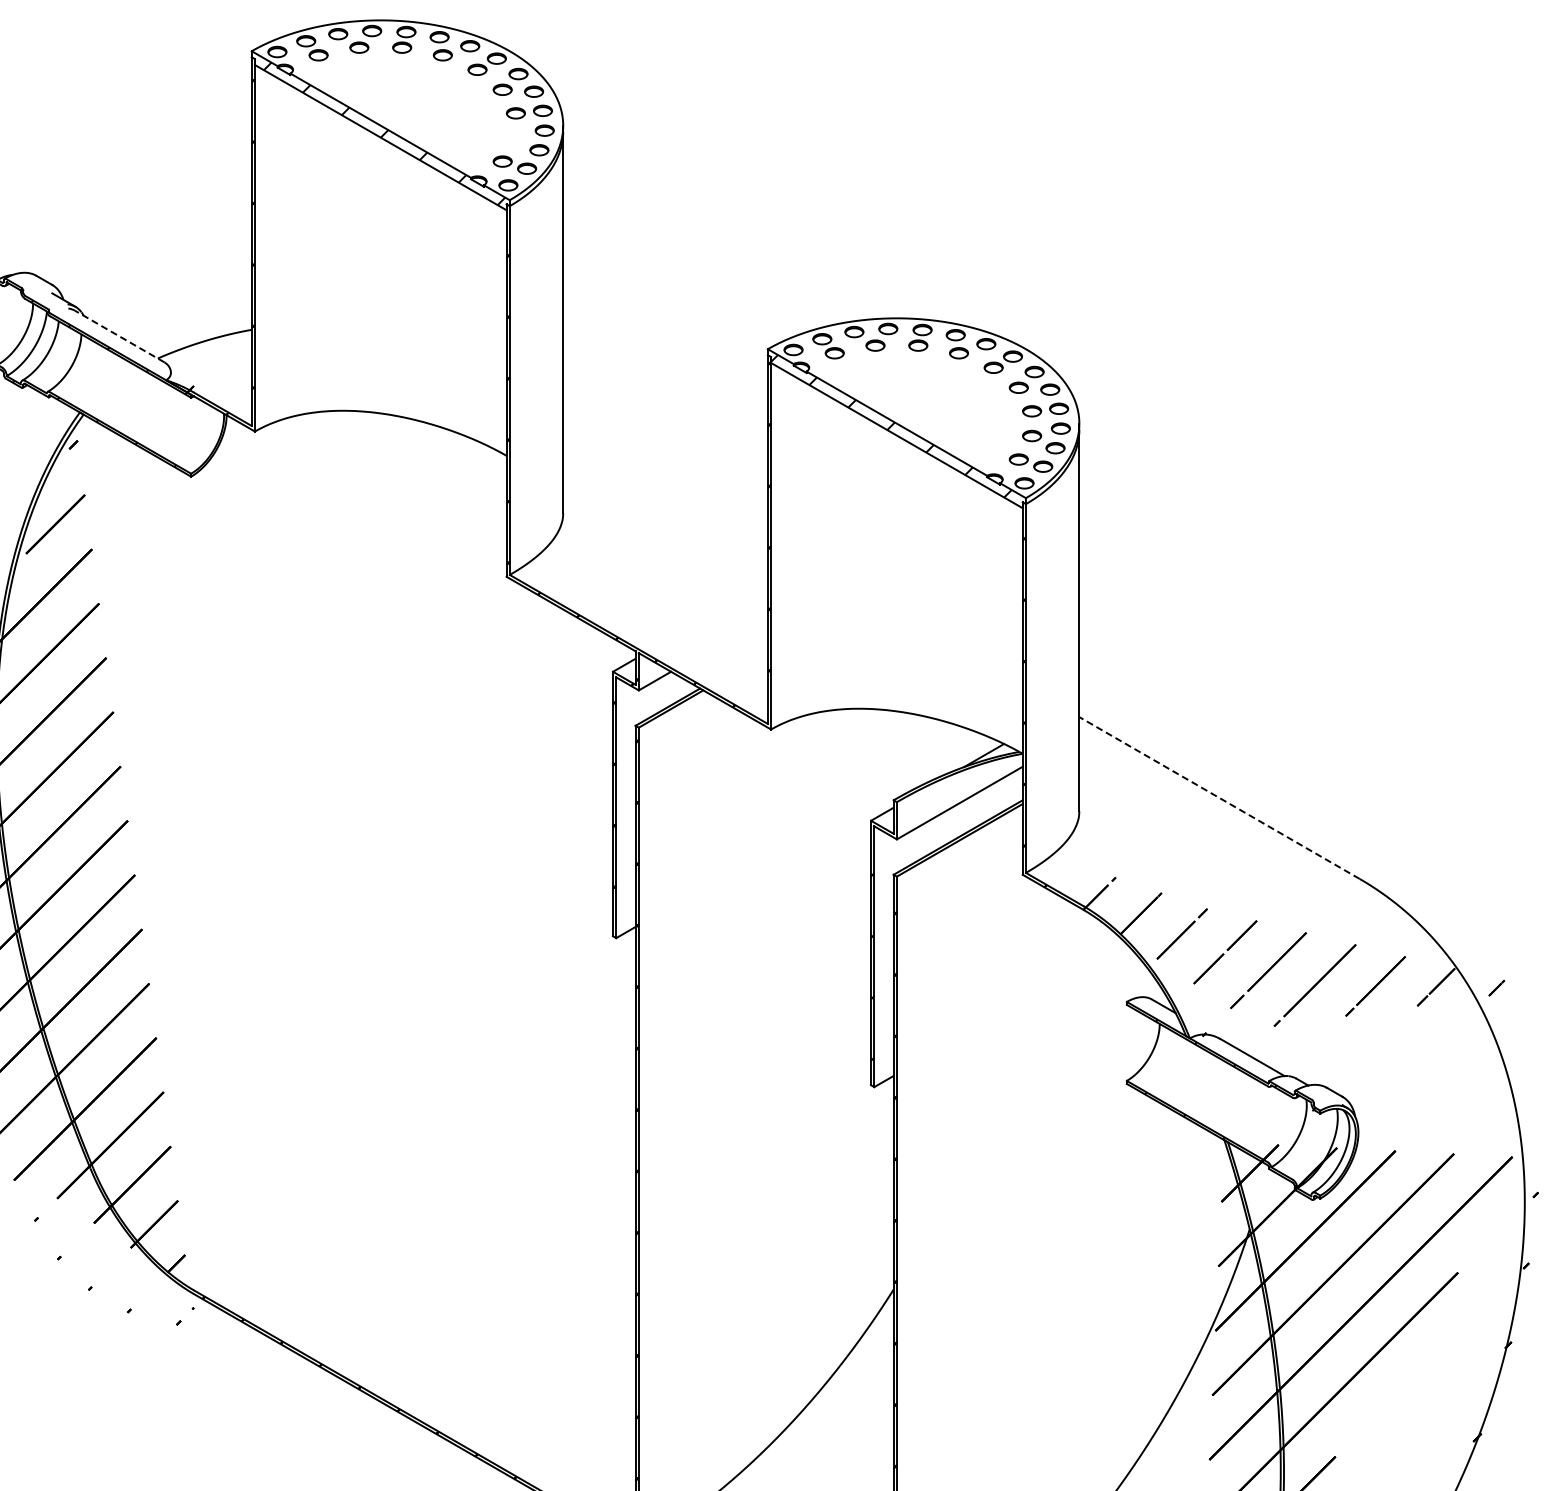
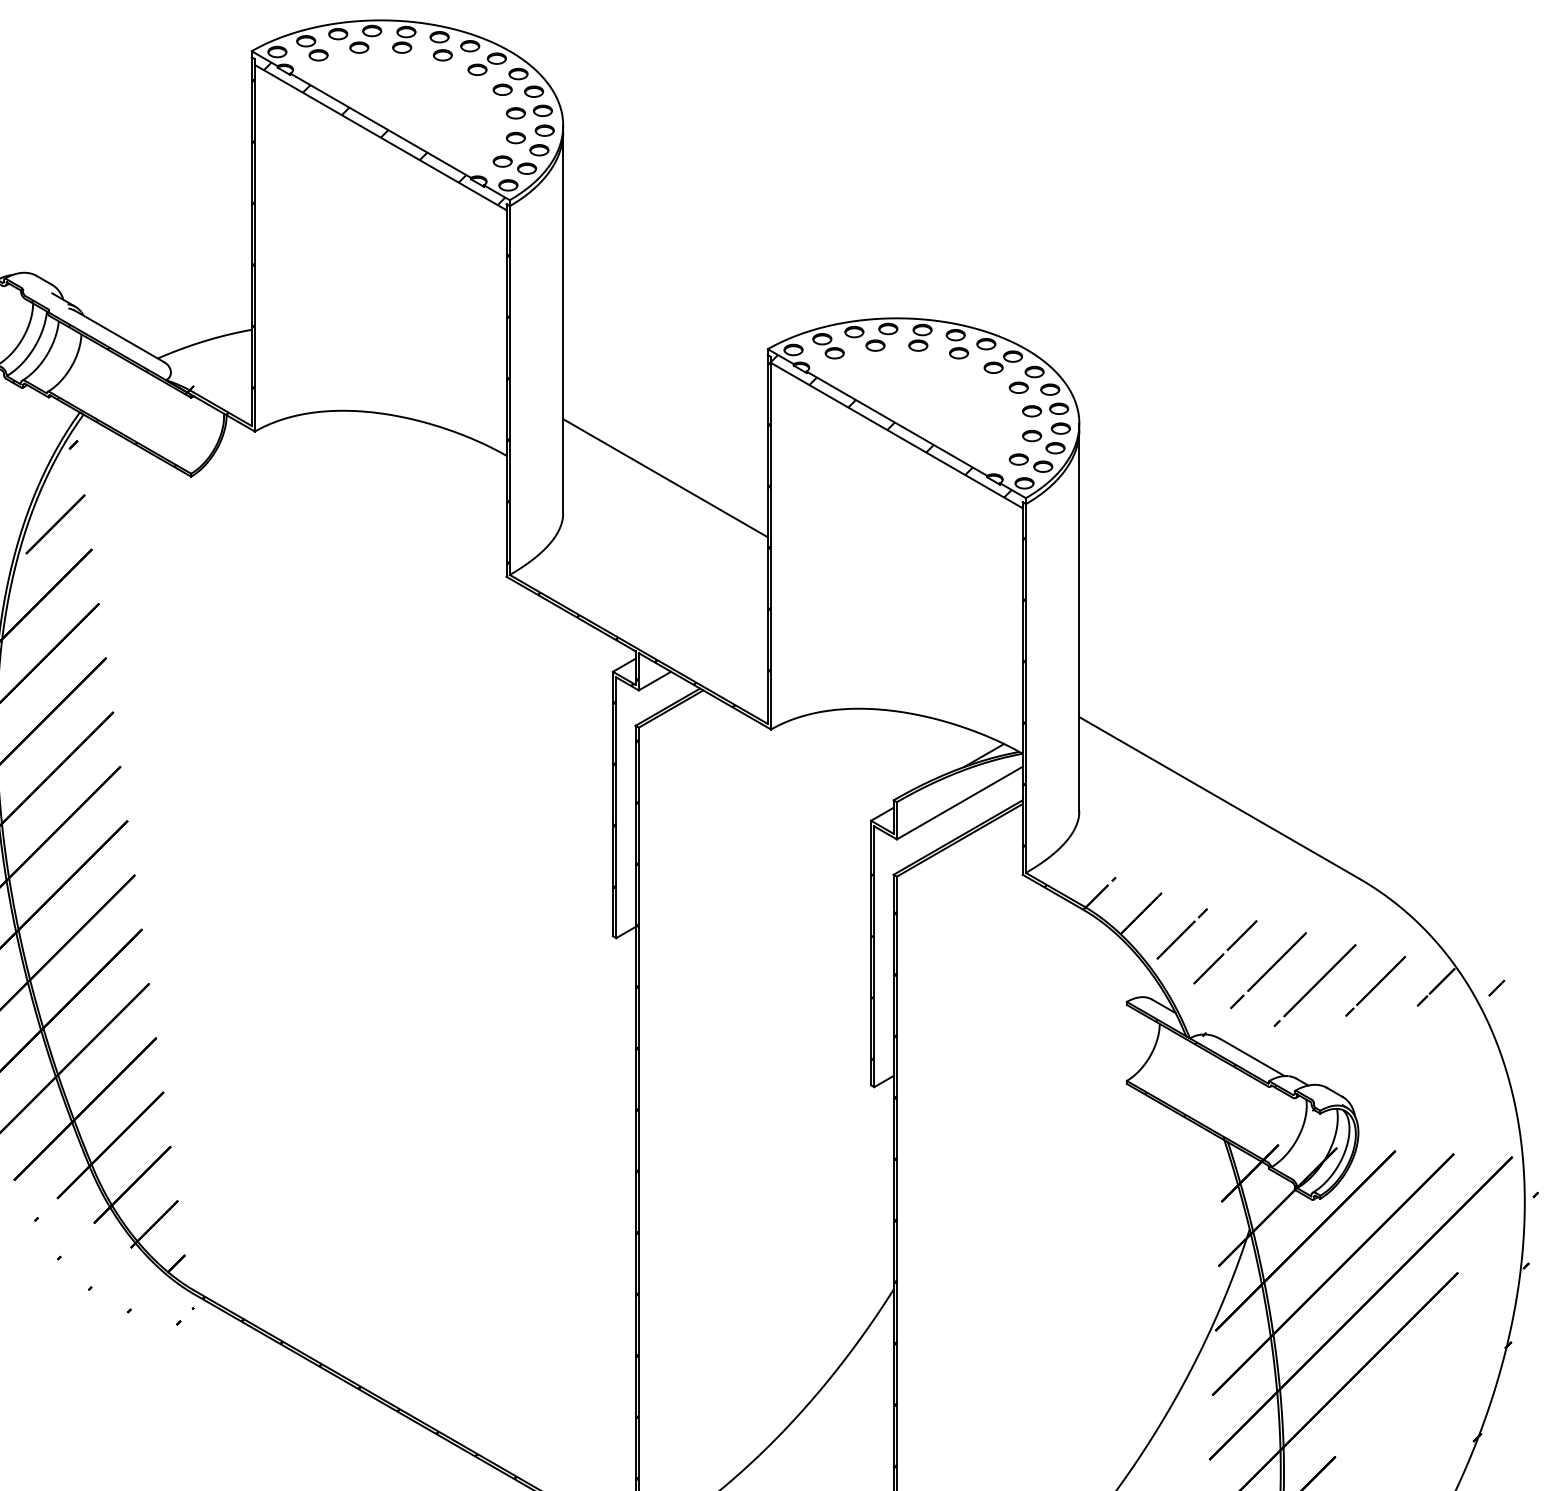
part at (515, 137): none -> present
line at (119, 336): dashed -> solid
line at (665, 478): none -> present
line at (1219, 798): dashed -> solid
